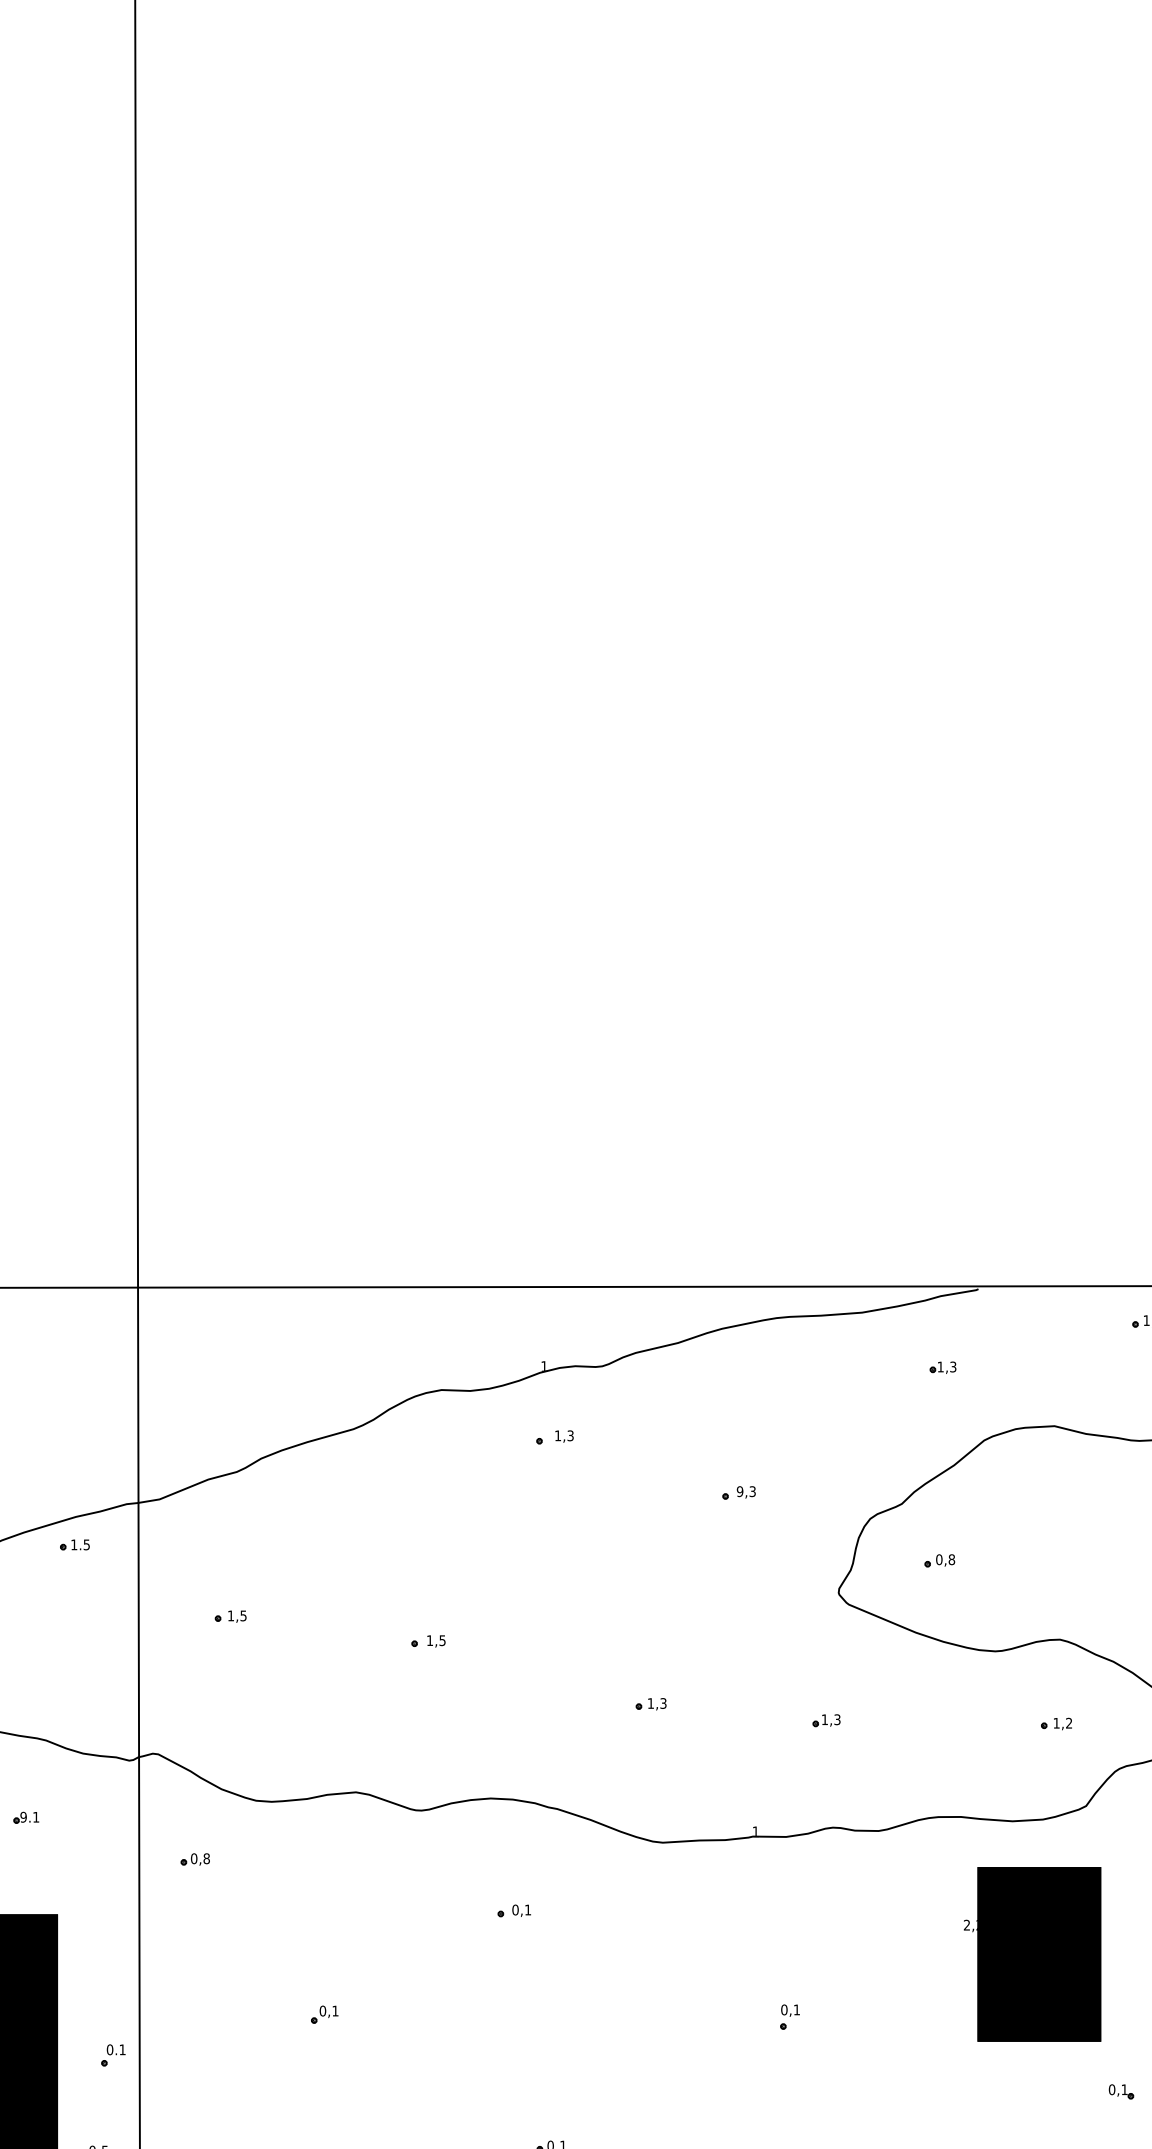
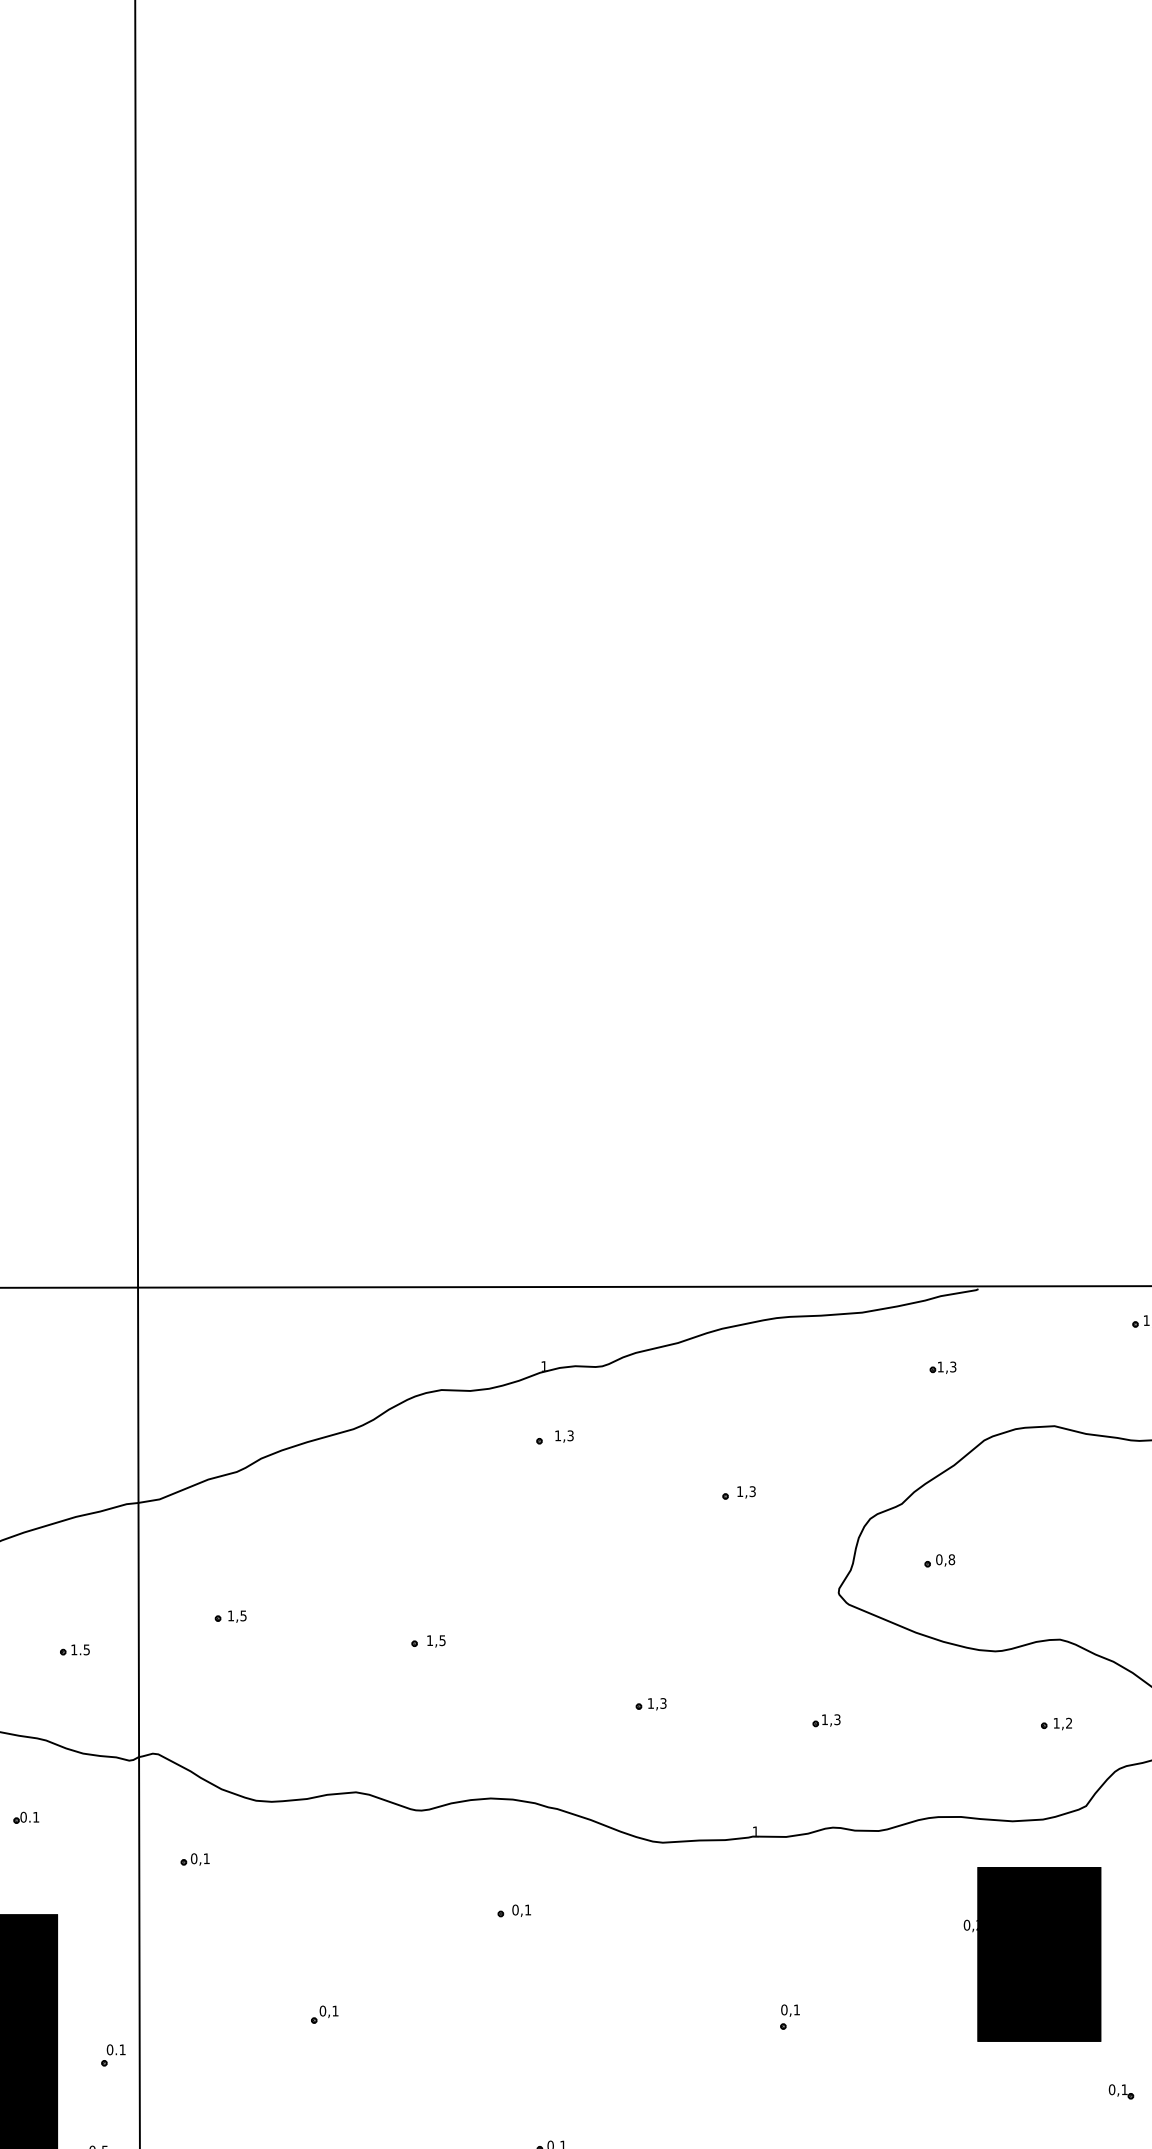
text at (739, 1491): 9,3 -> 1,3
part at (74, 1544) position: (74, 1544) -> (74, 1649)
text at (23, 1817): 9.1 -> 0.1
text at (206, 1858): 0,8 -> 0,1
text at (966, 1924): 2,2 -> 0,2
